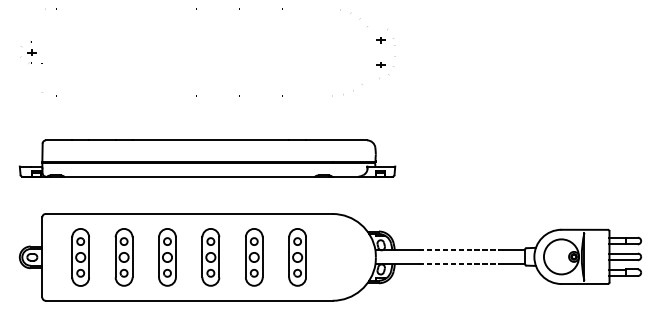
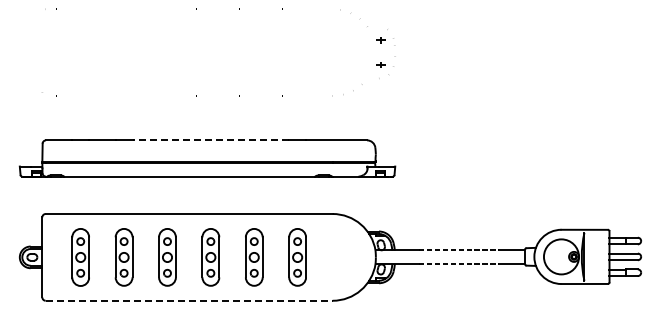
part at (31, 52): present -> none
line at (210, 140): solid -> dashed
line at (189, 300): solid -> dashed
